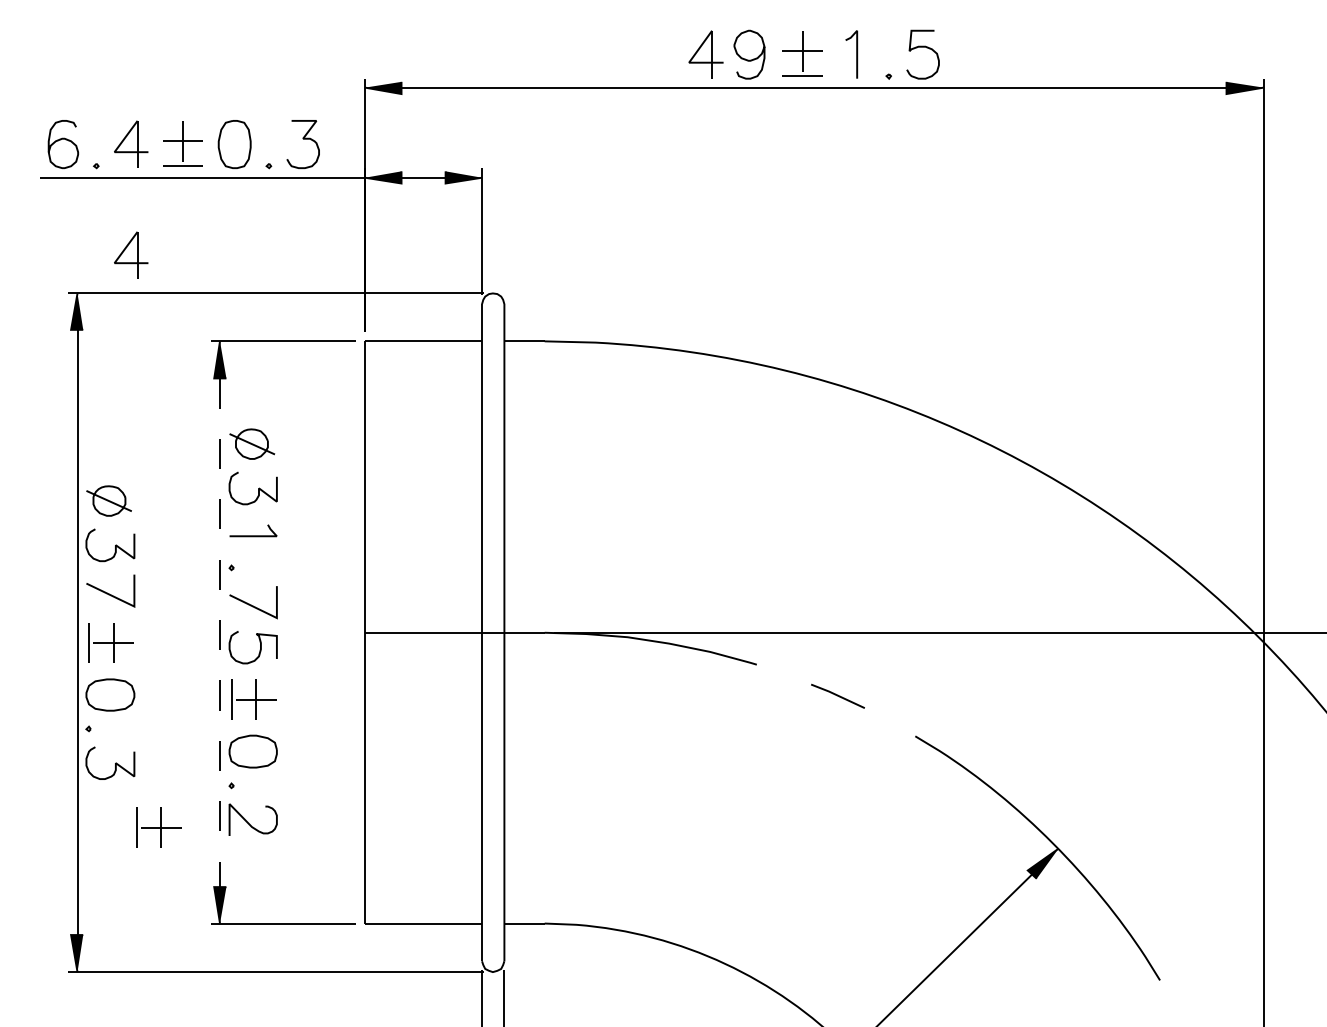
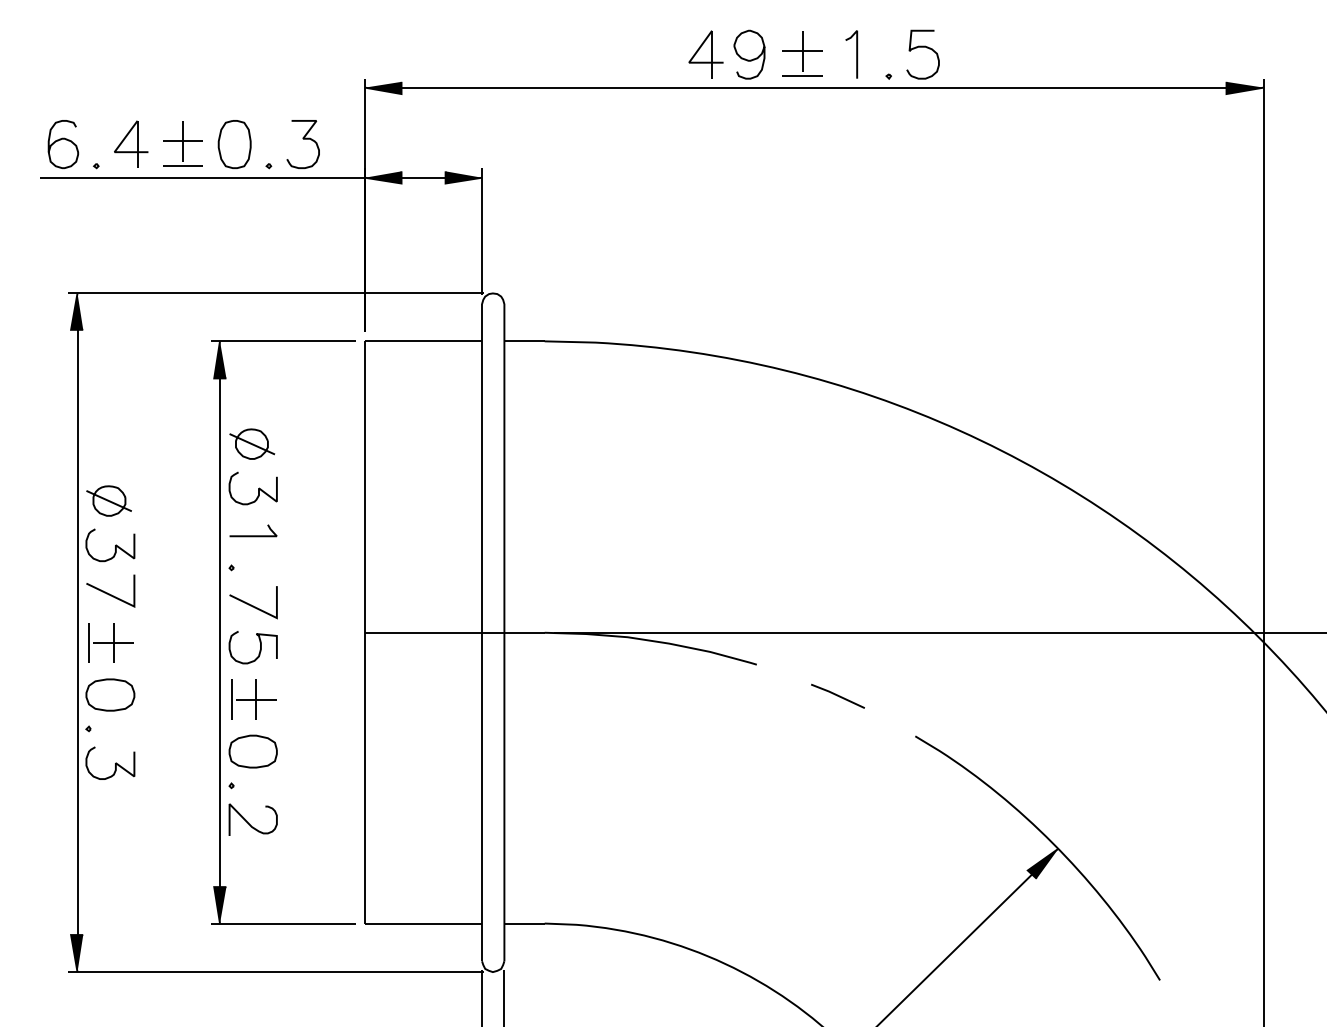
part at (131, 254): present -> none
line at (220, 633): dashed -> solid
part at (158, 827): present -> none
